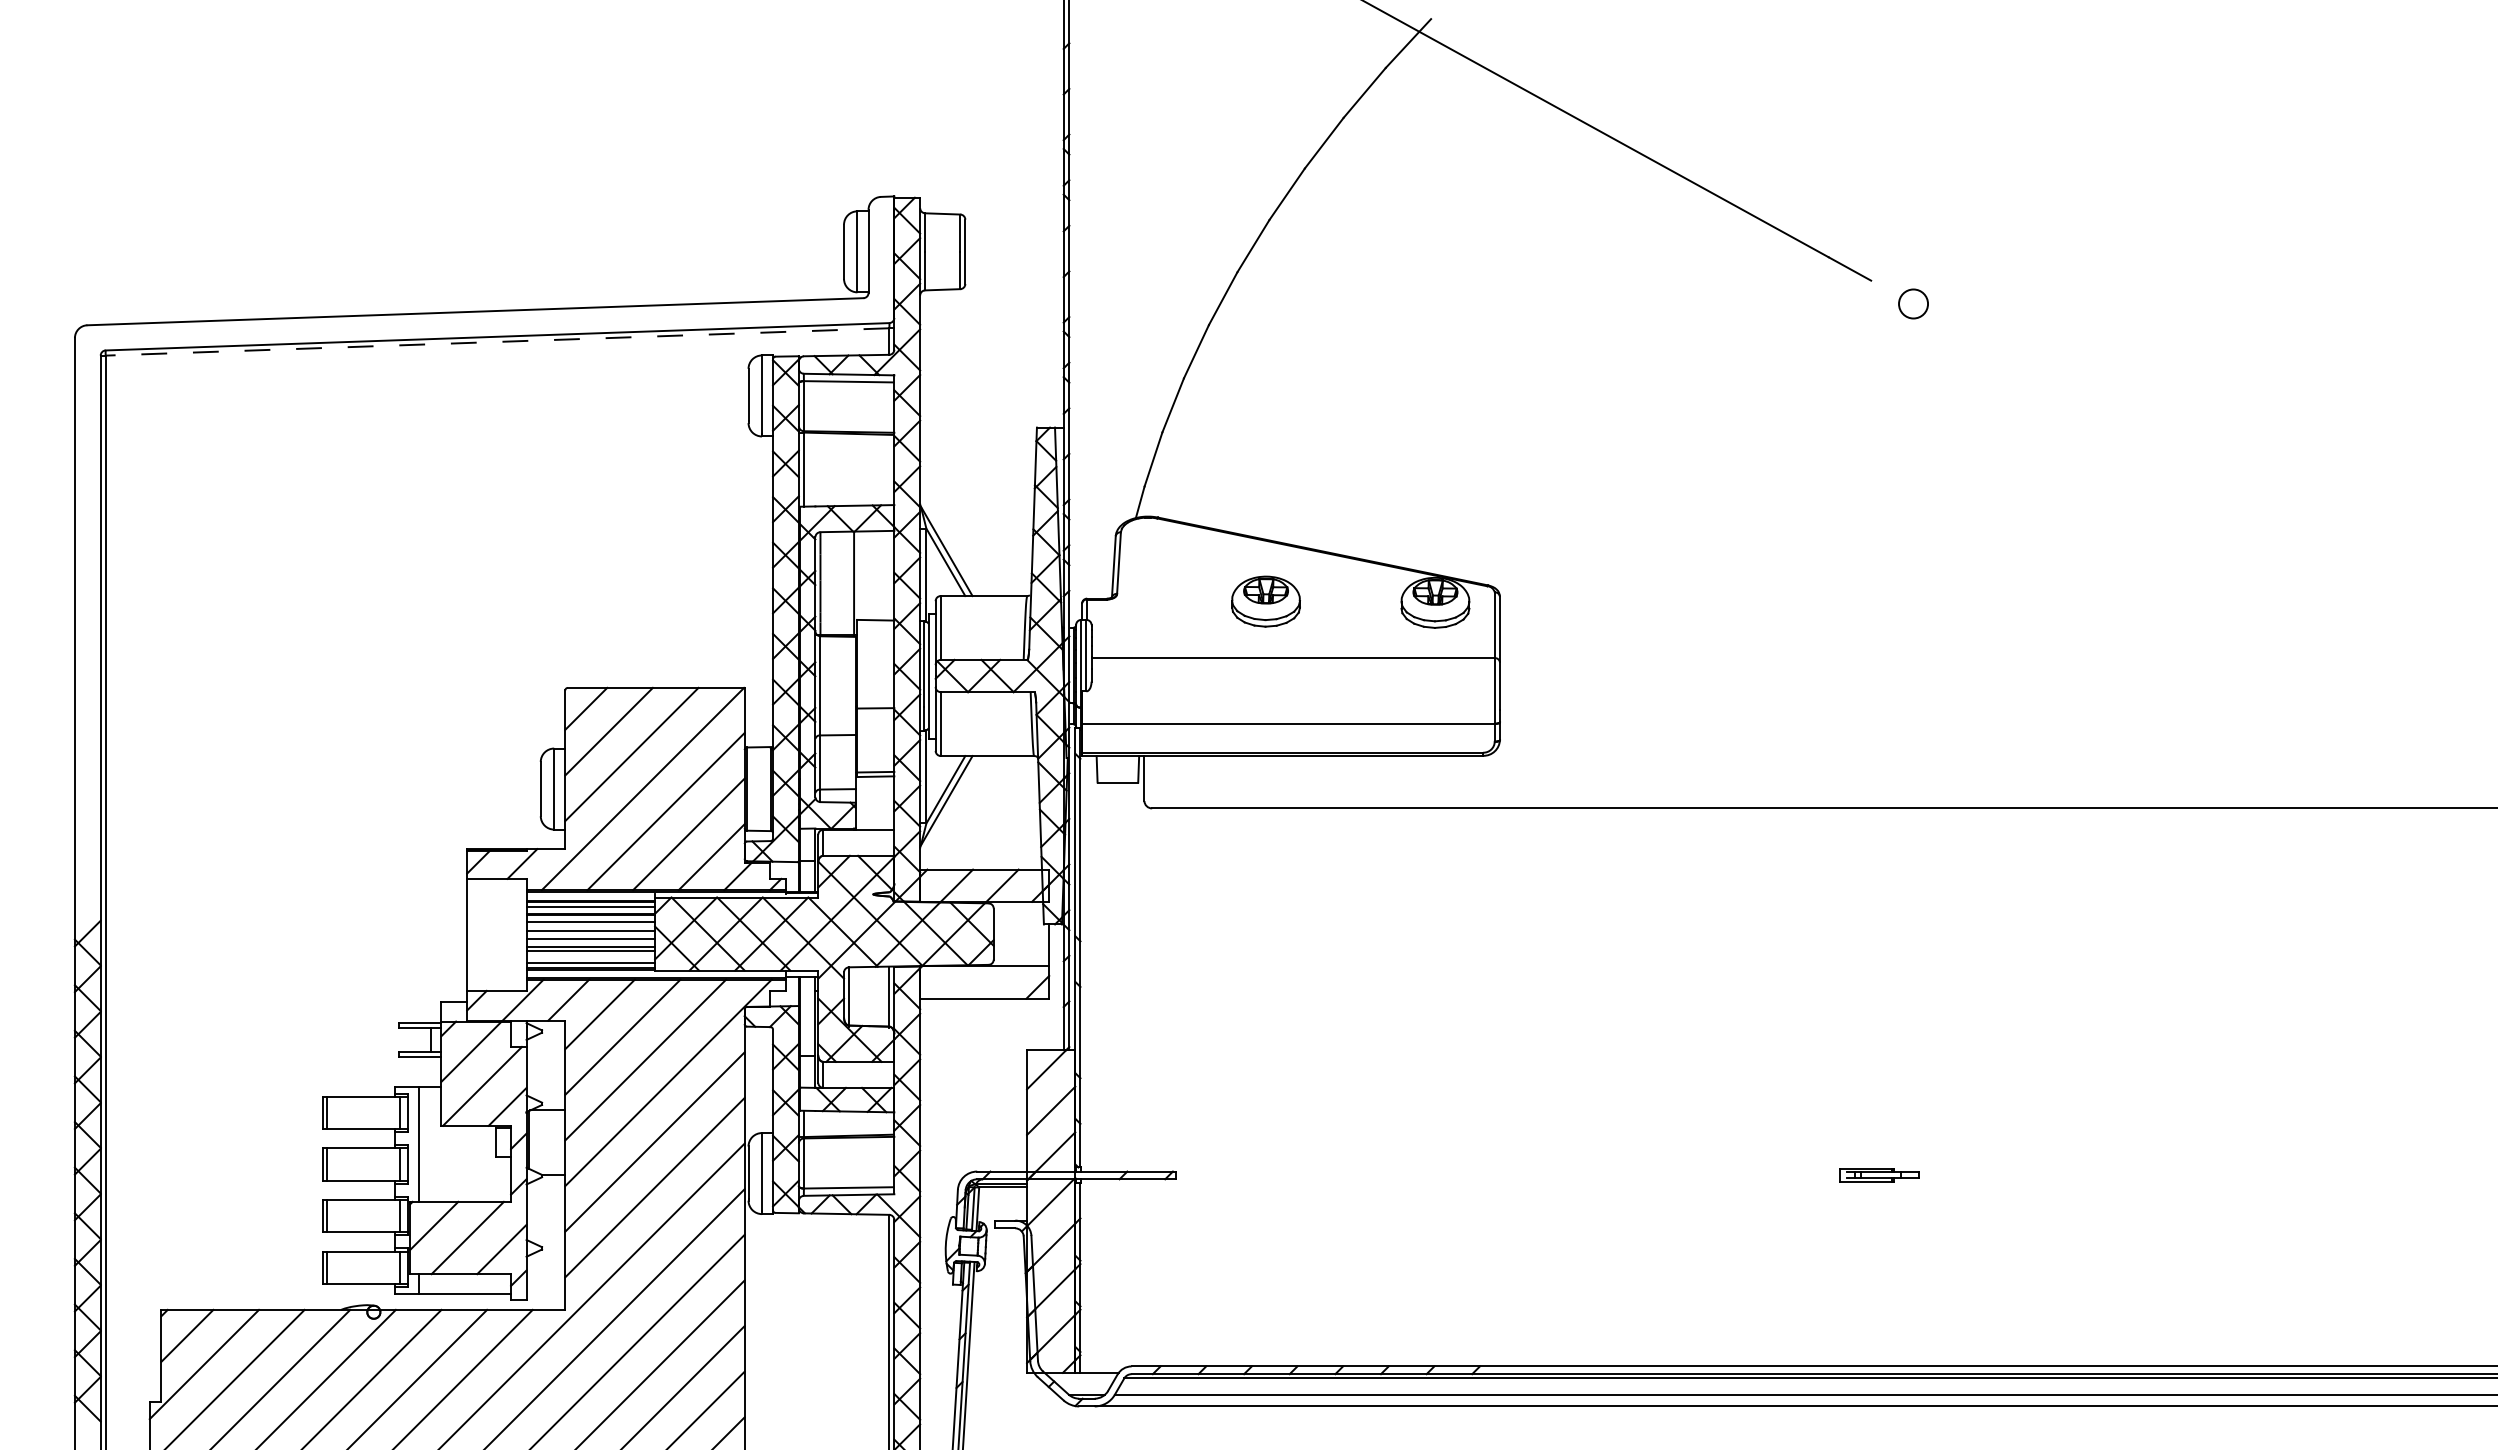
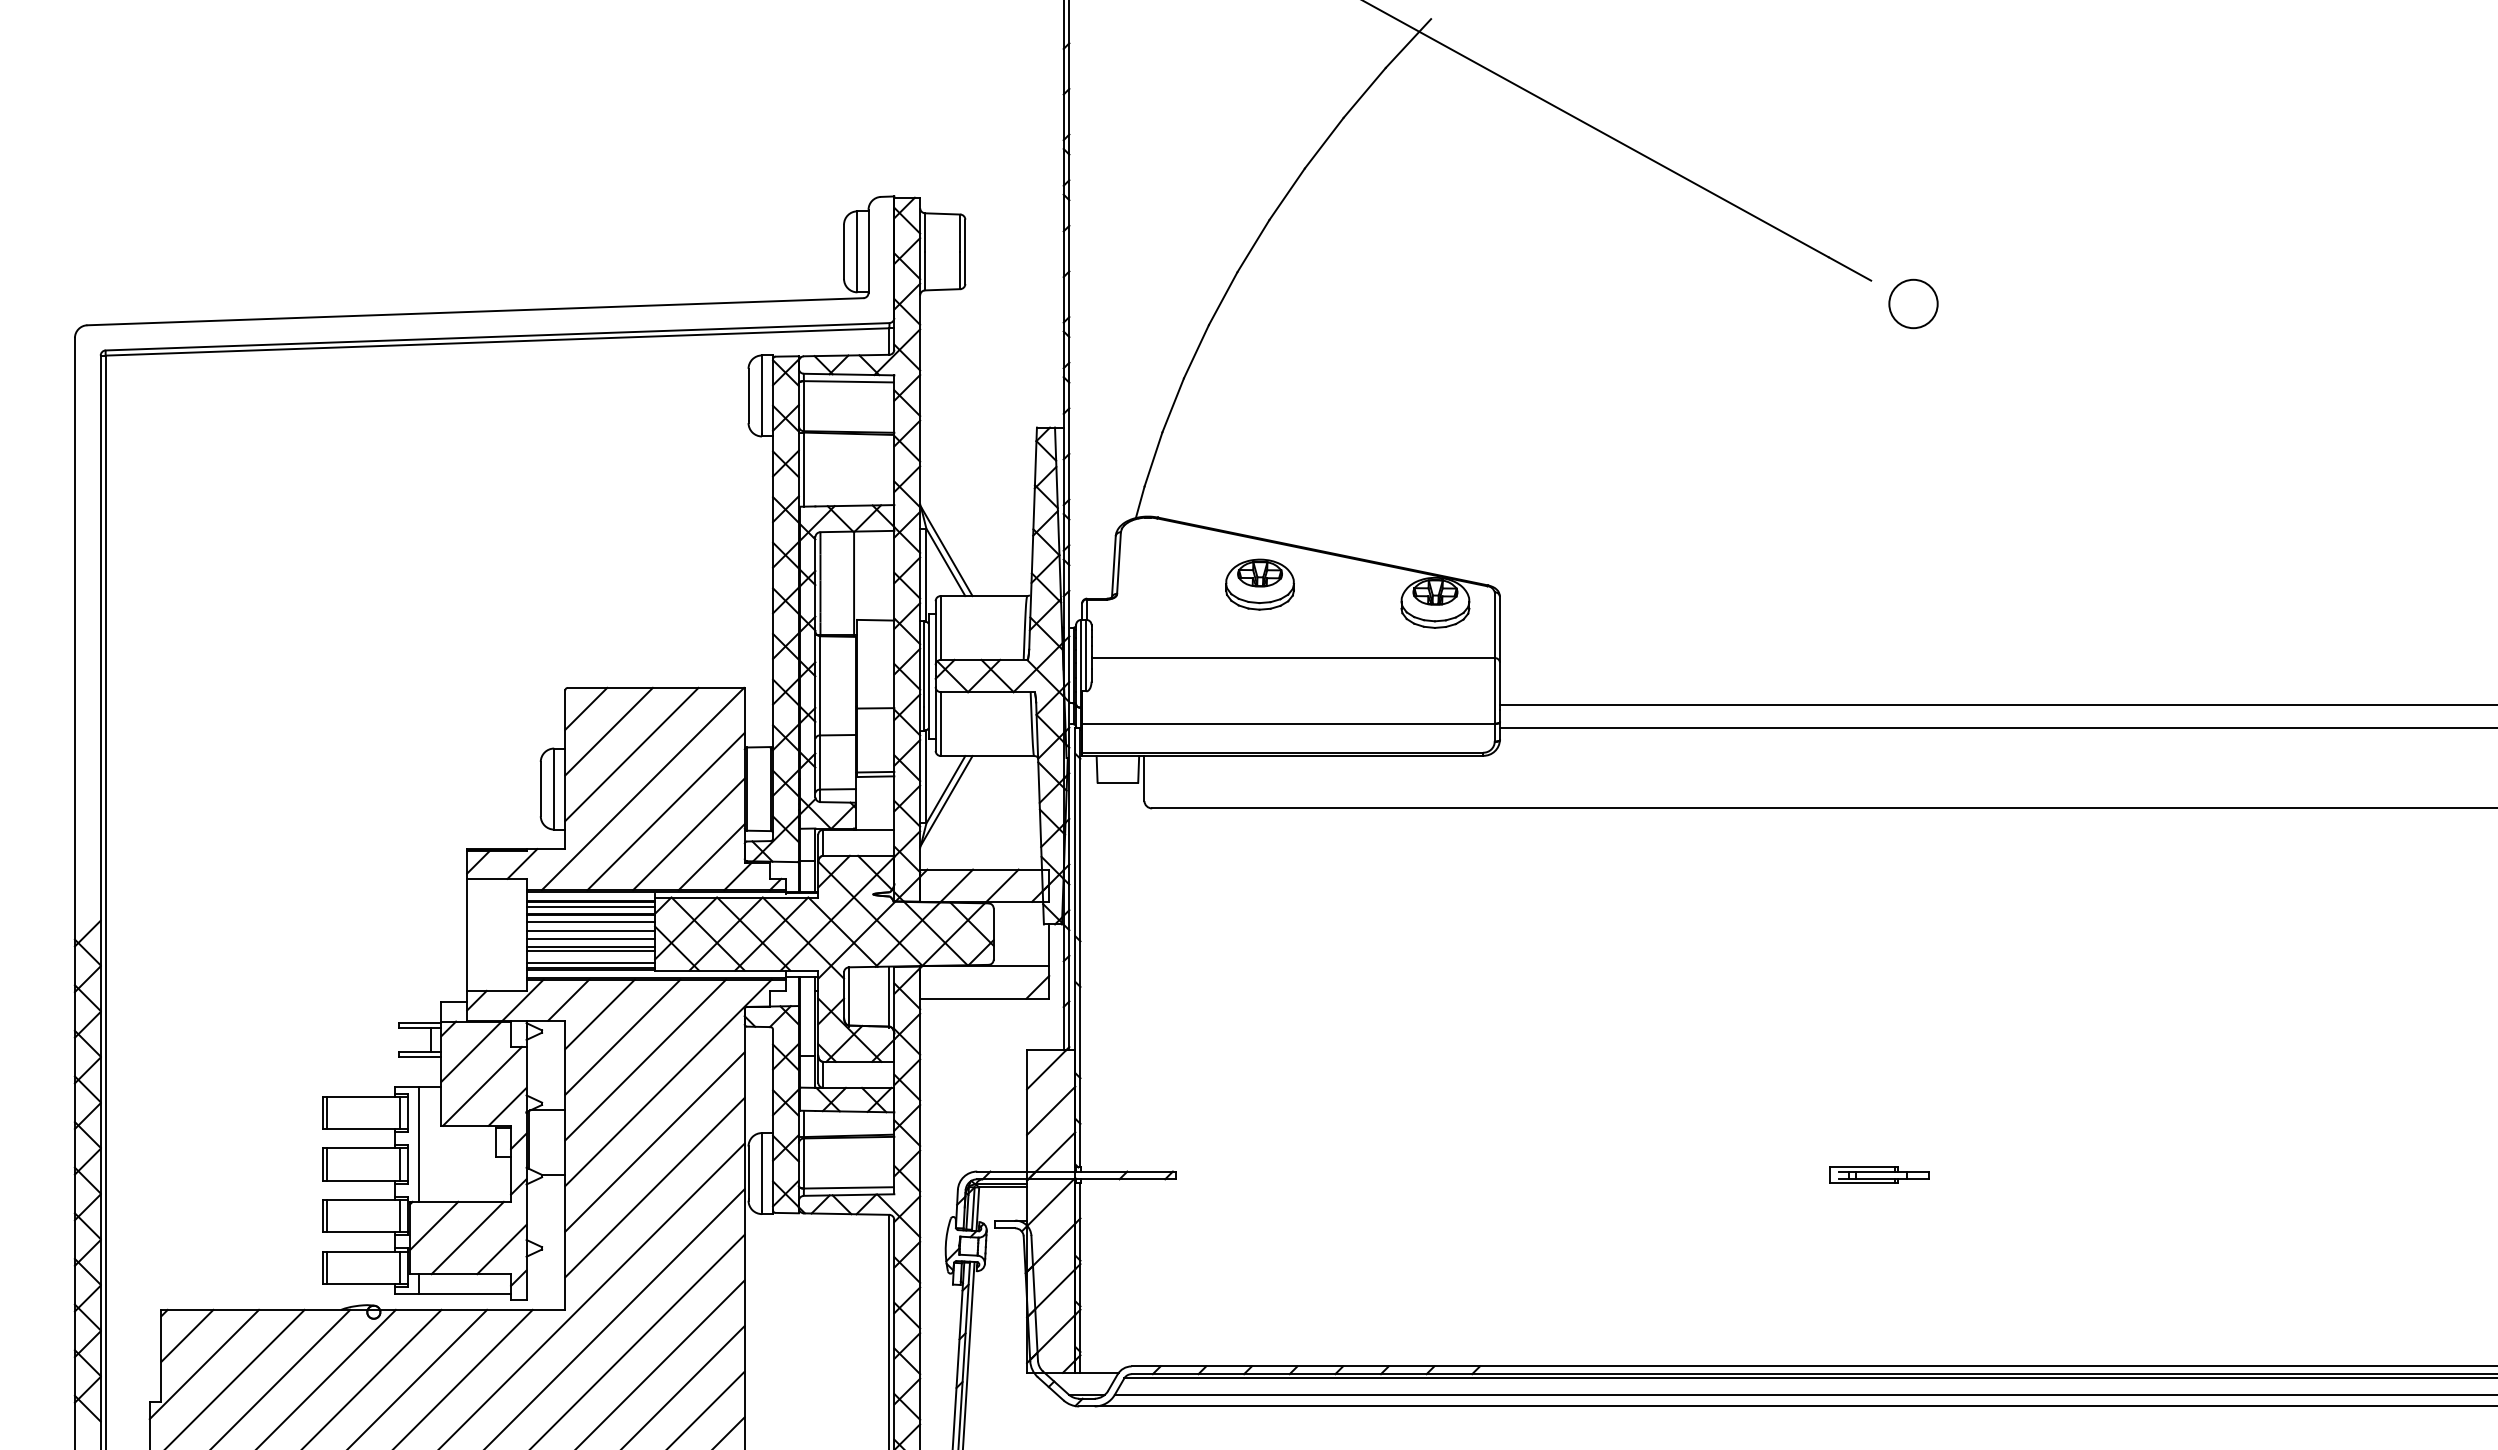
circle at (1913, 303) diameter: 29 px -> 48 px
line at (497, 341): dashed -> solid
part at (1265, 601) position: (1265, 601) -> (1259, 584)
line at (1996, 705): none -> present
line at (1996, 727): none -> present
part at (1879, 1175) size: 81x15 px -> 101x18 px
